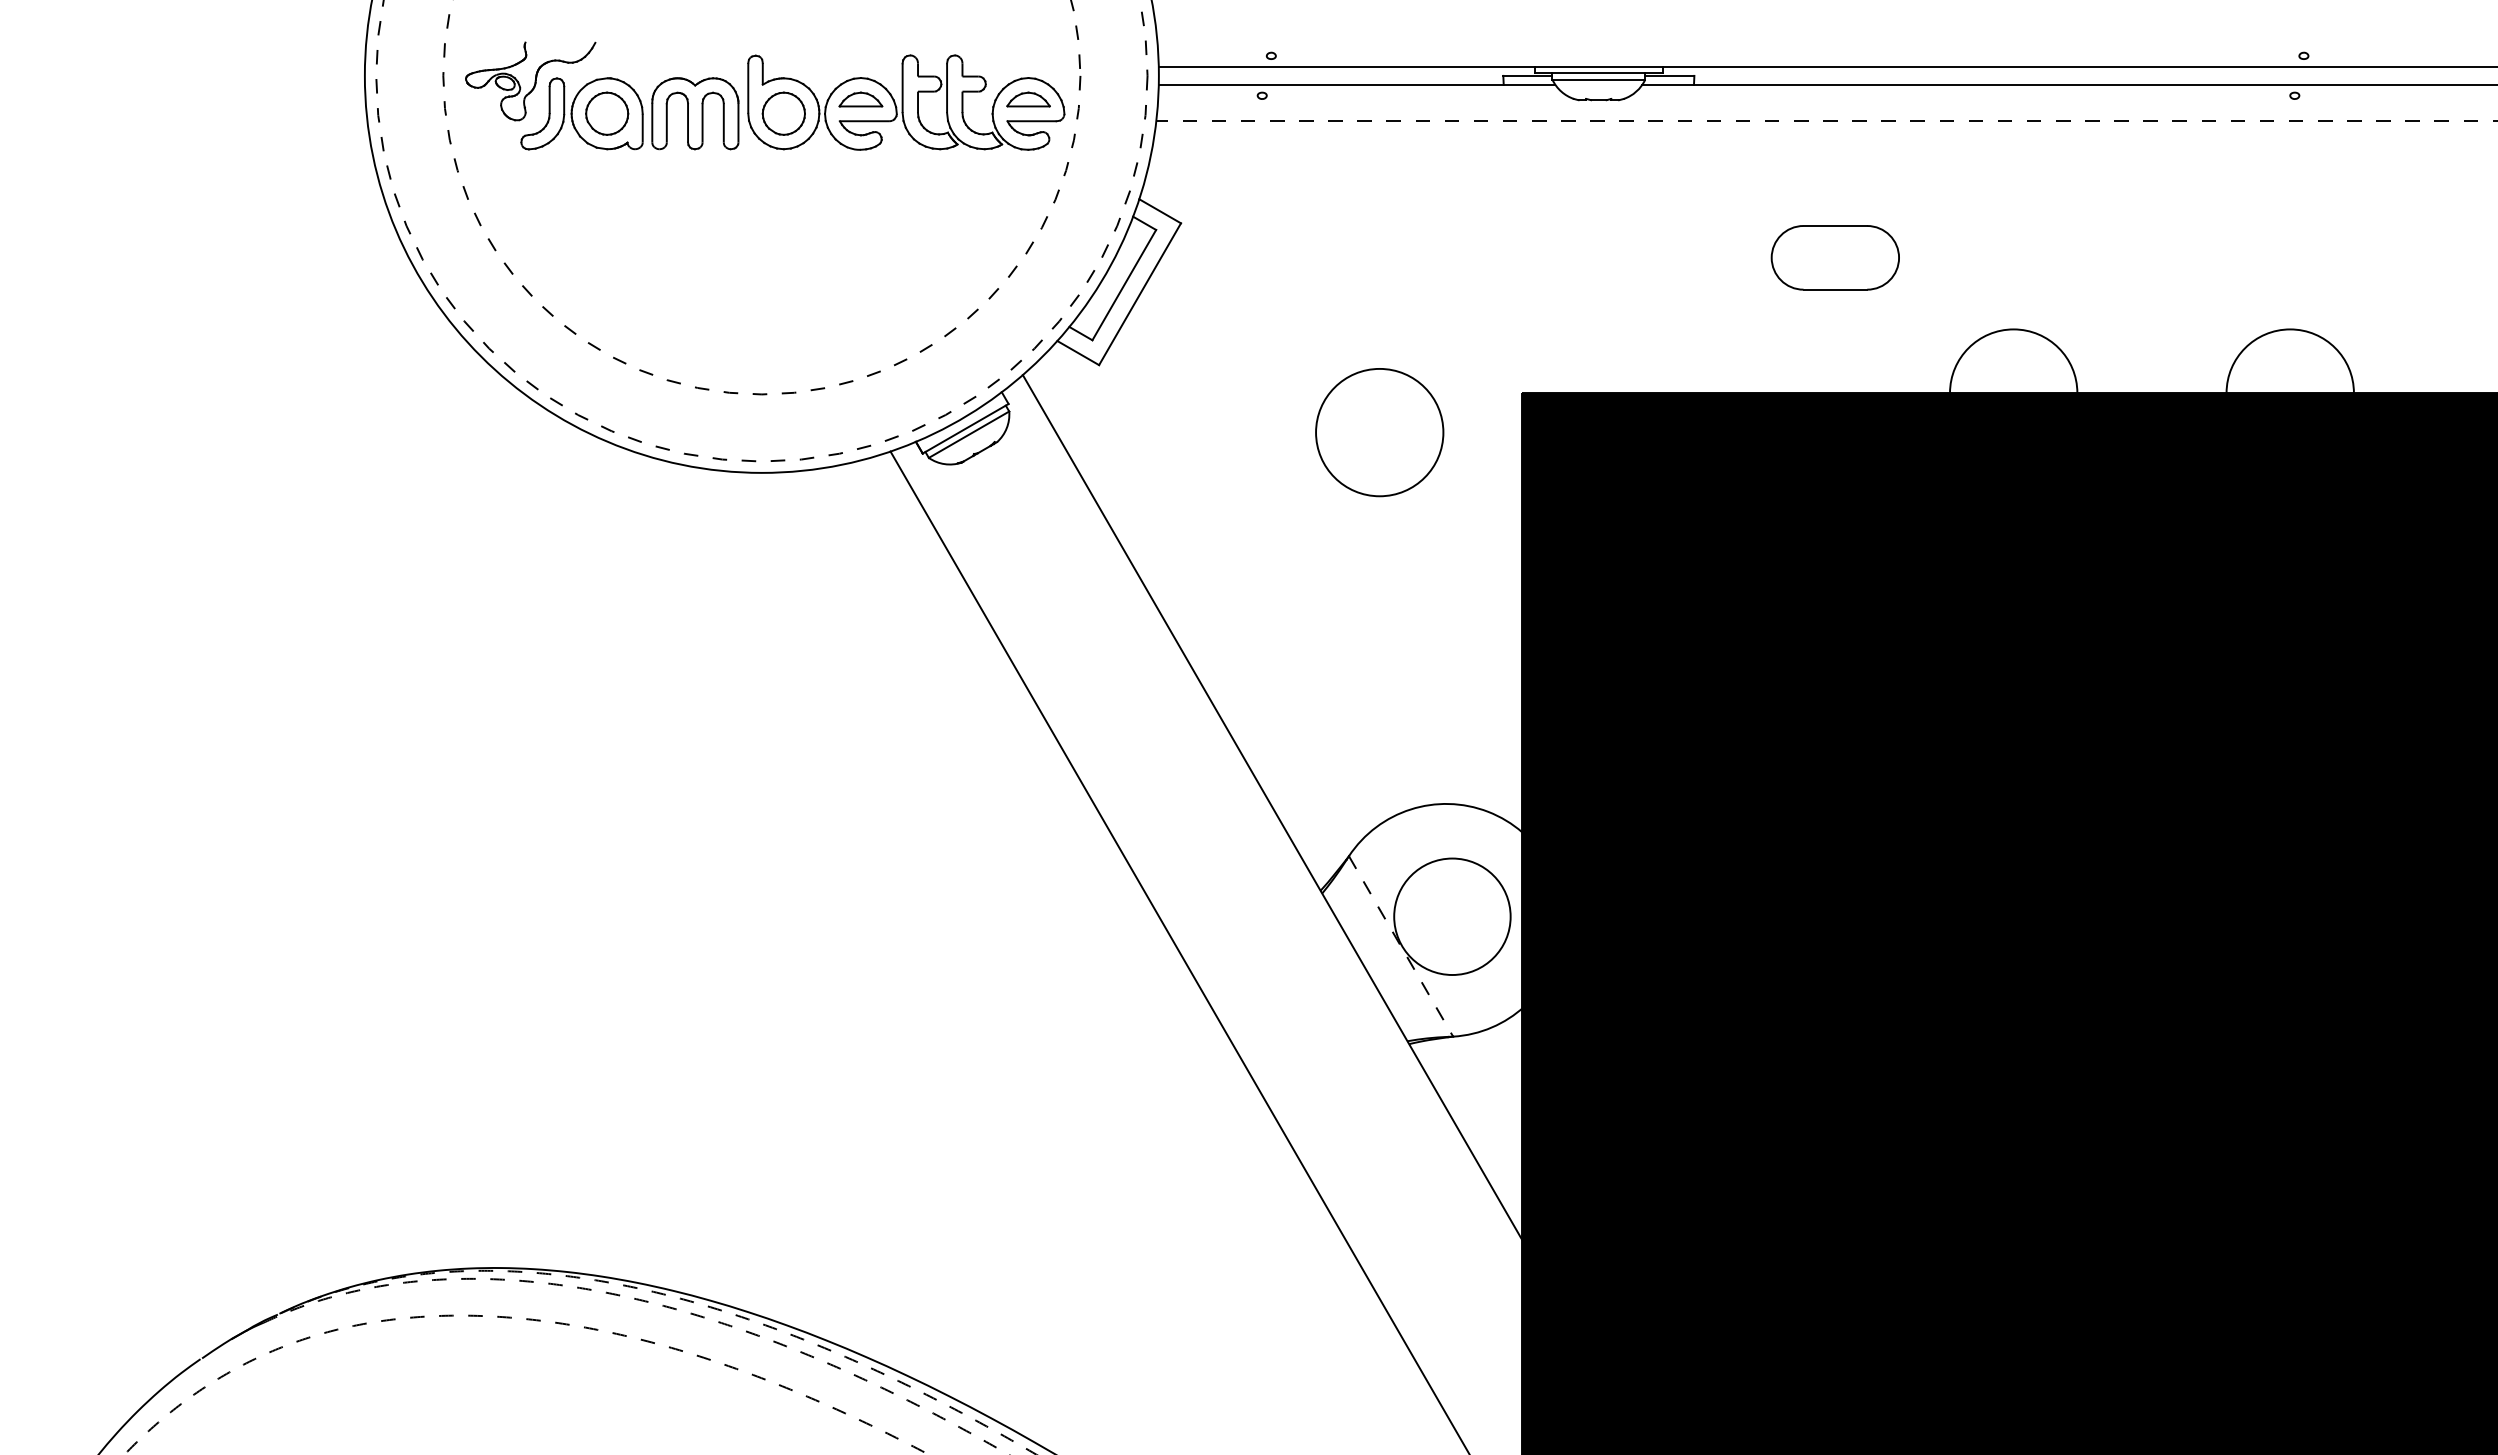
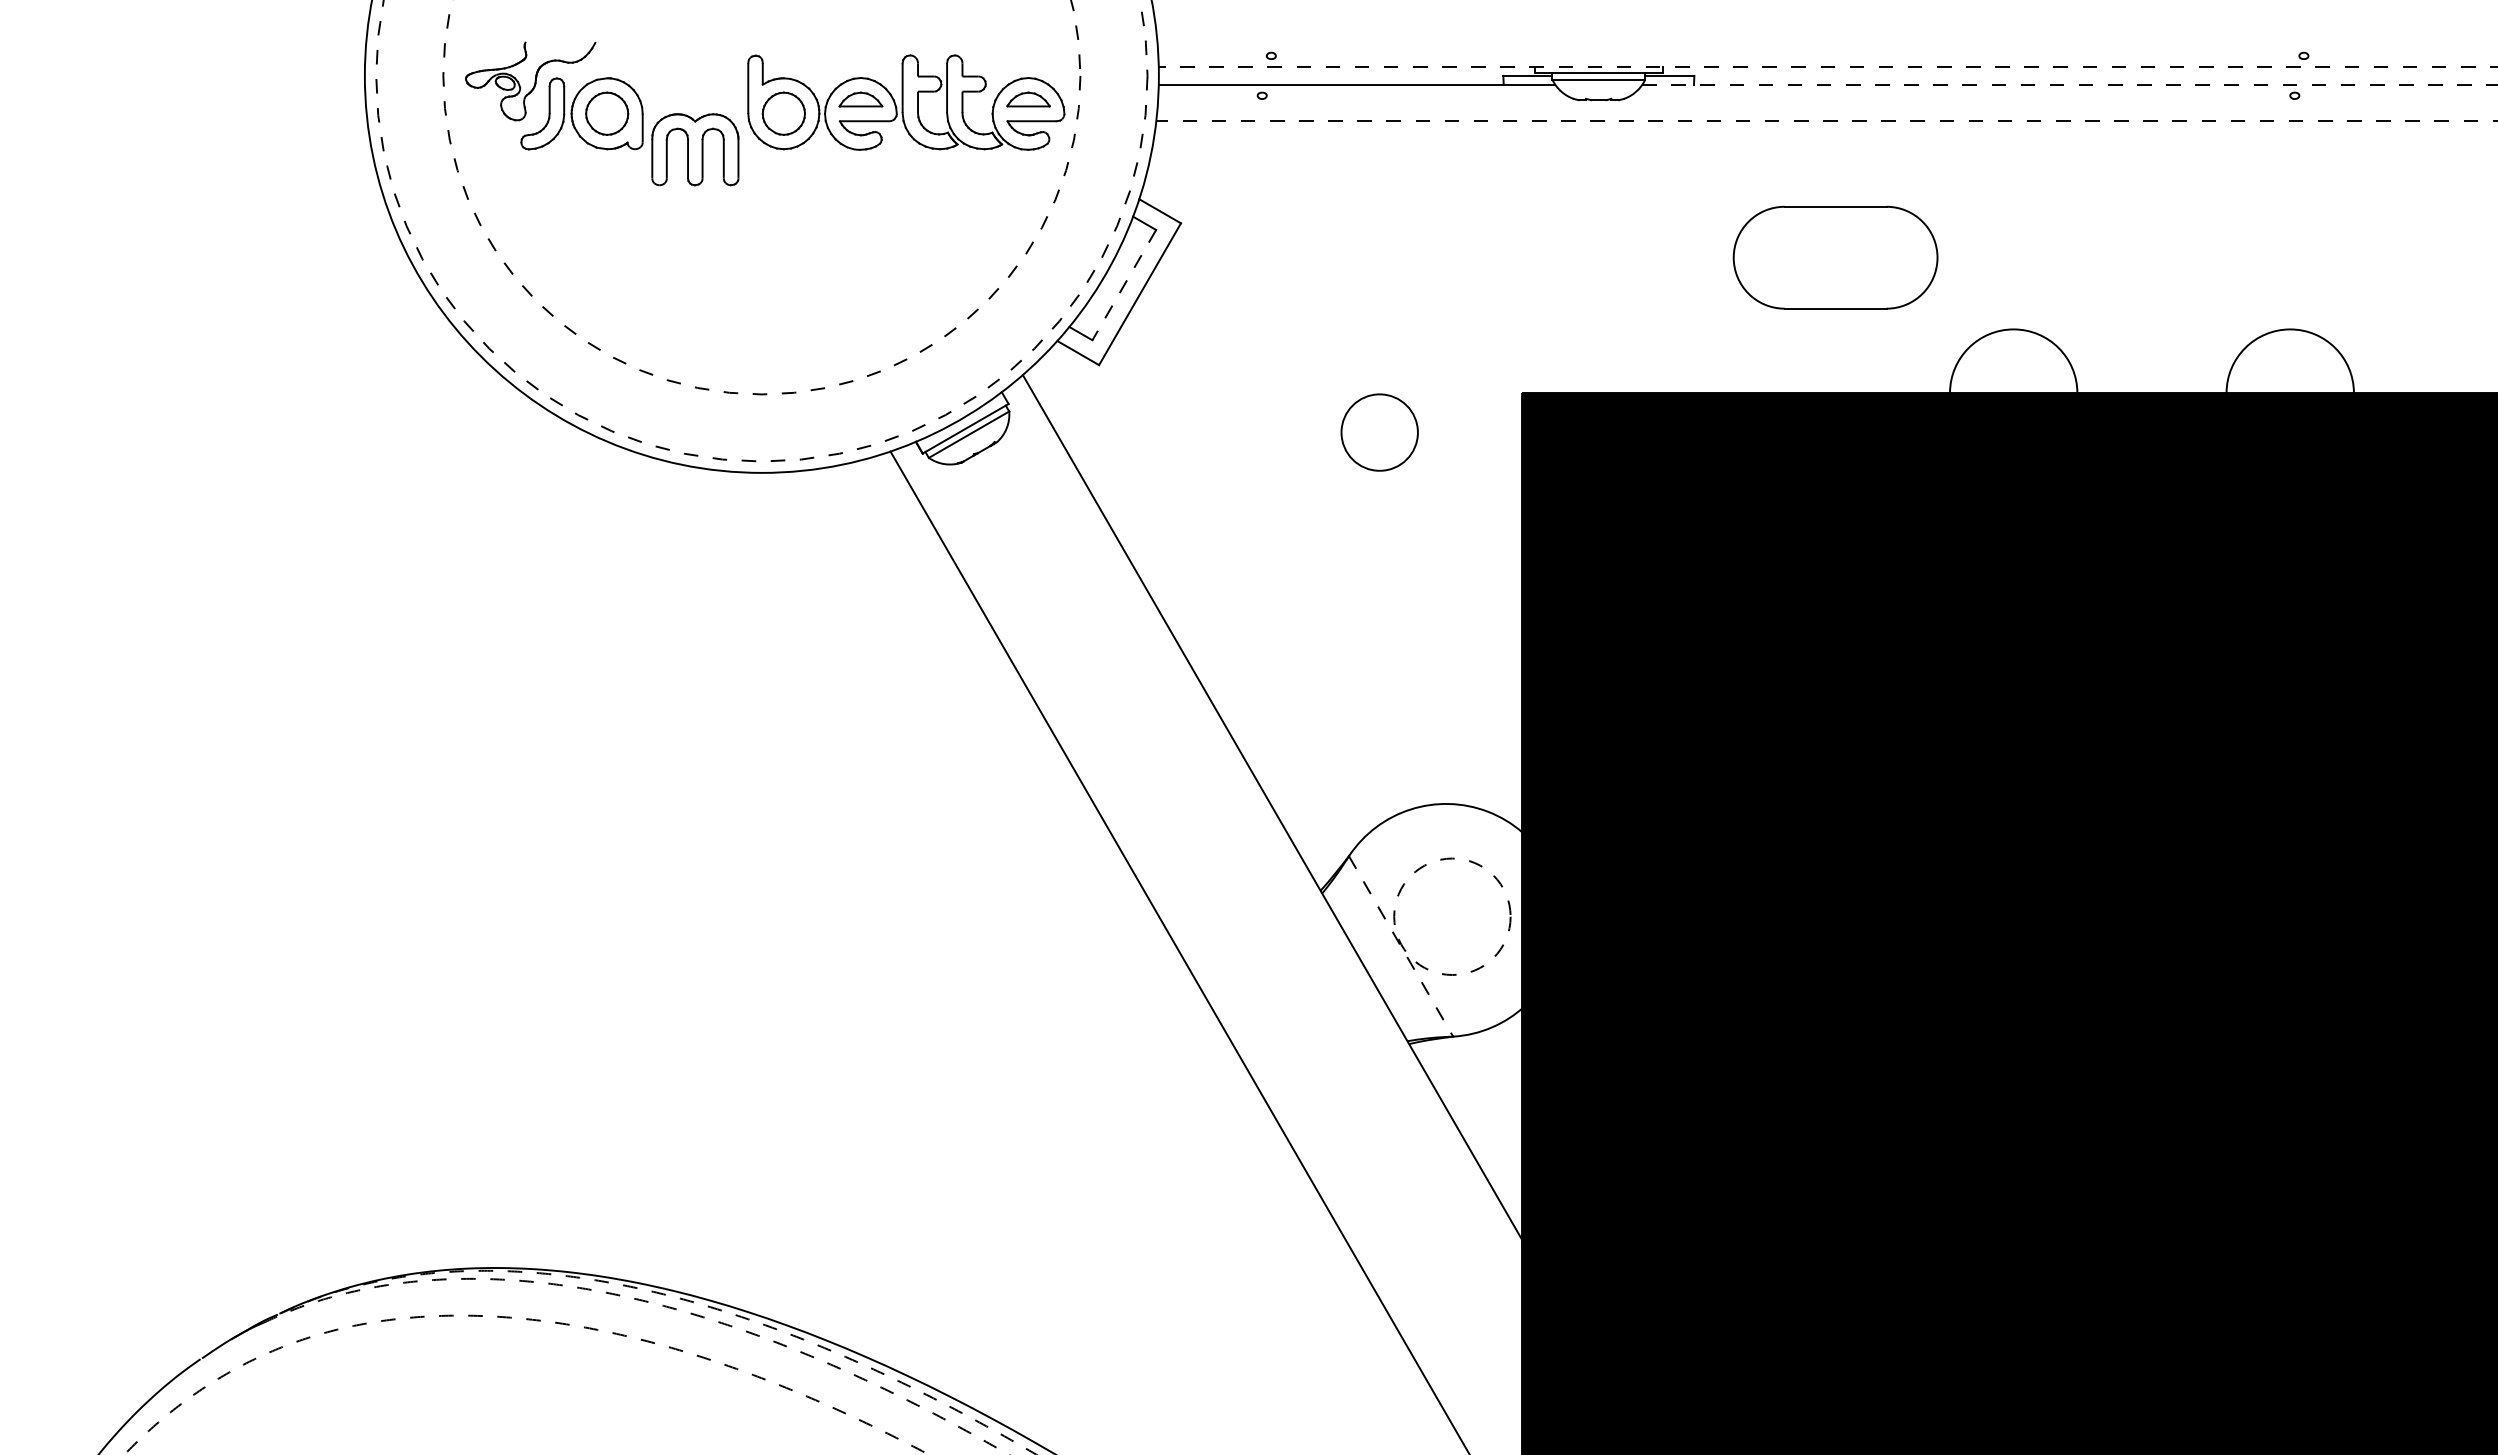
line at (1827, 66): solid -> dashed
line at (2070, 84): solid -> dashed
part at (695, 113) position: (695, 113) -> (695, 149)
part at (1834, 257) size: 130x66 px -> 207x105 px
line at (1124, 285): solid -> dashed
circle at (1379, 432) diameter: 127 px -> 76 px
circle at (1452, 916): solid -> dashed
